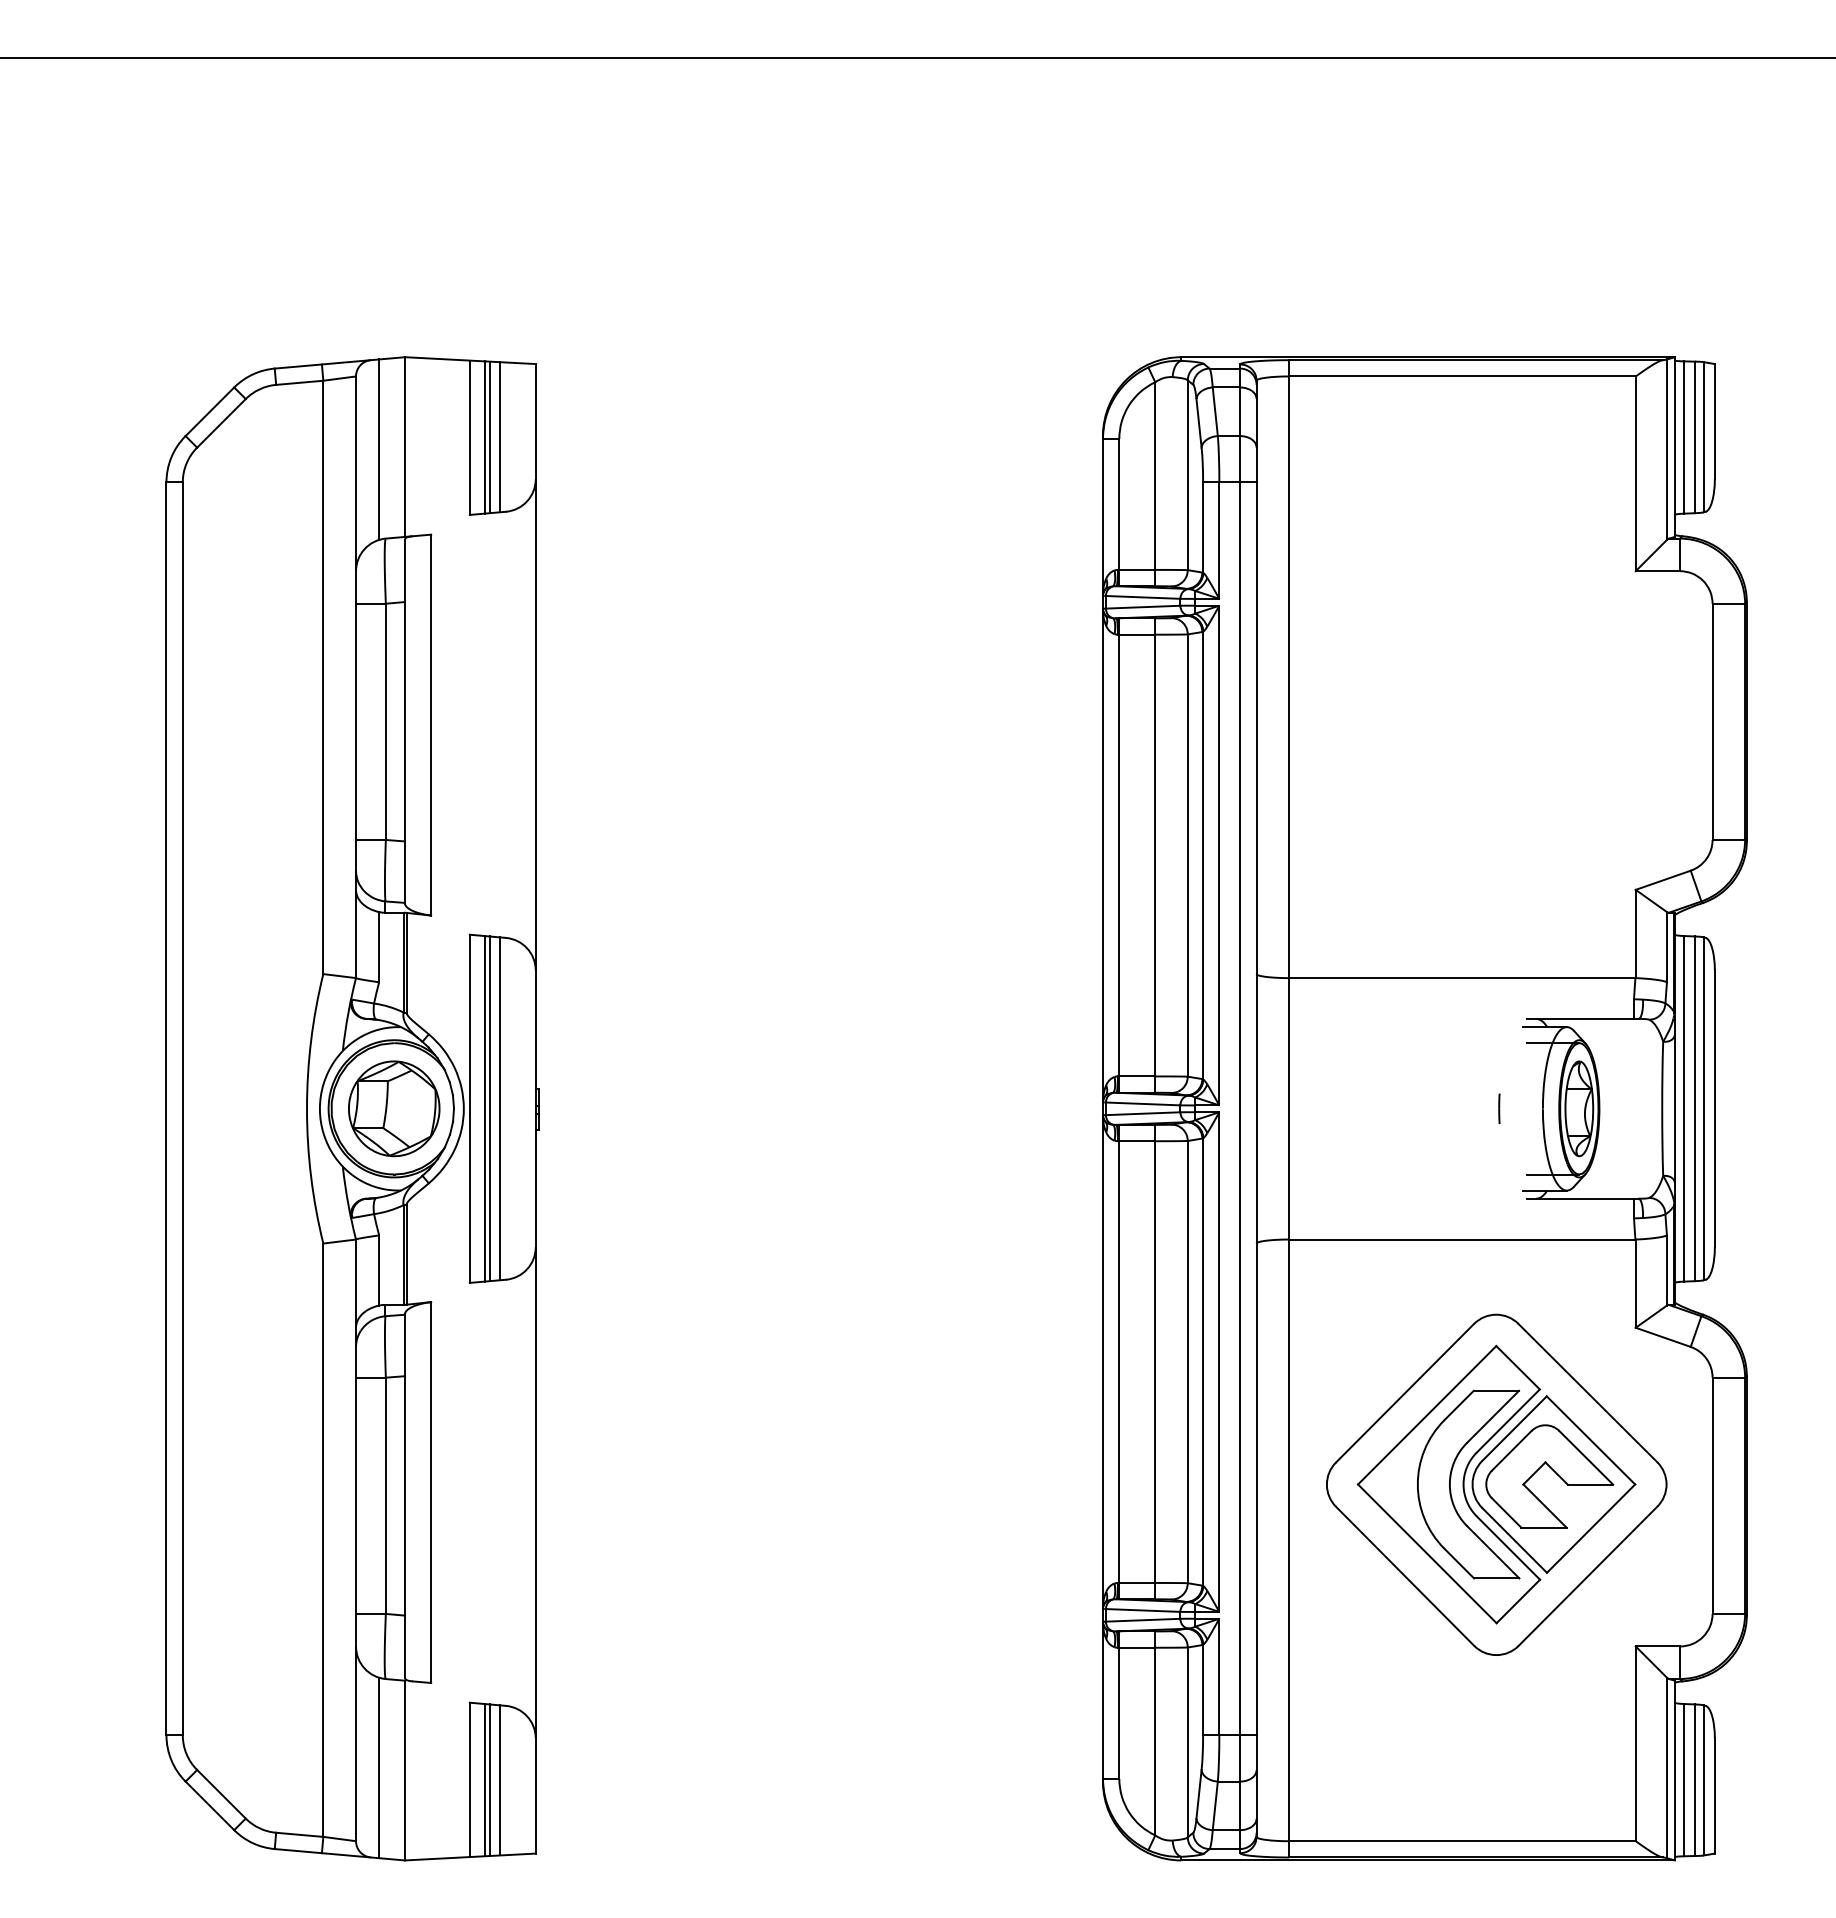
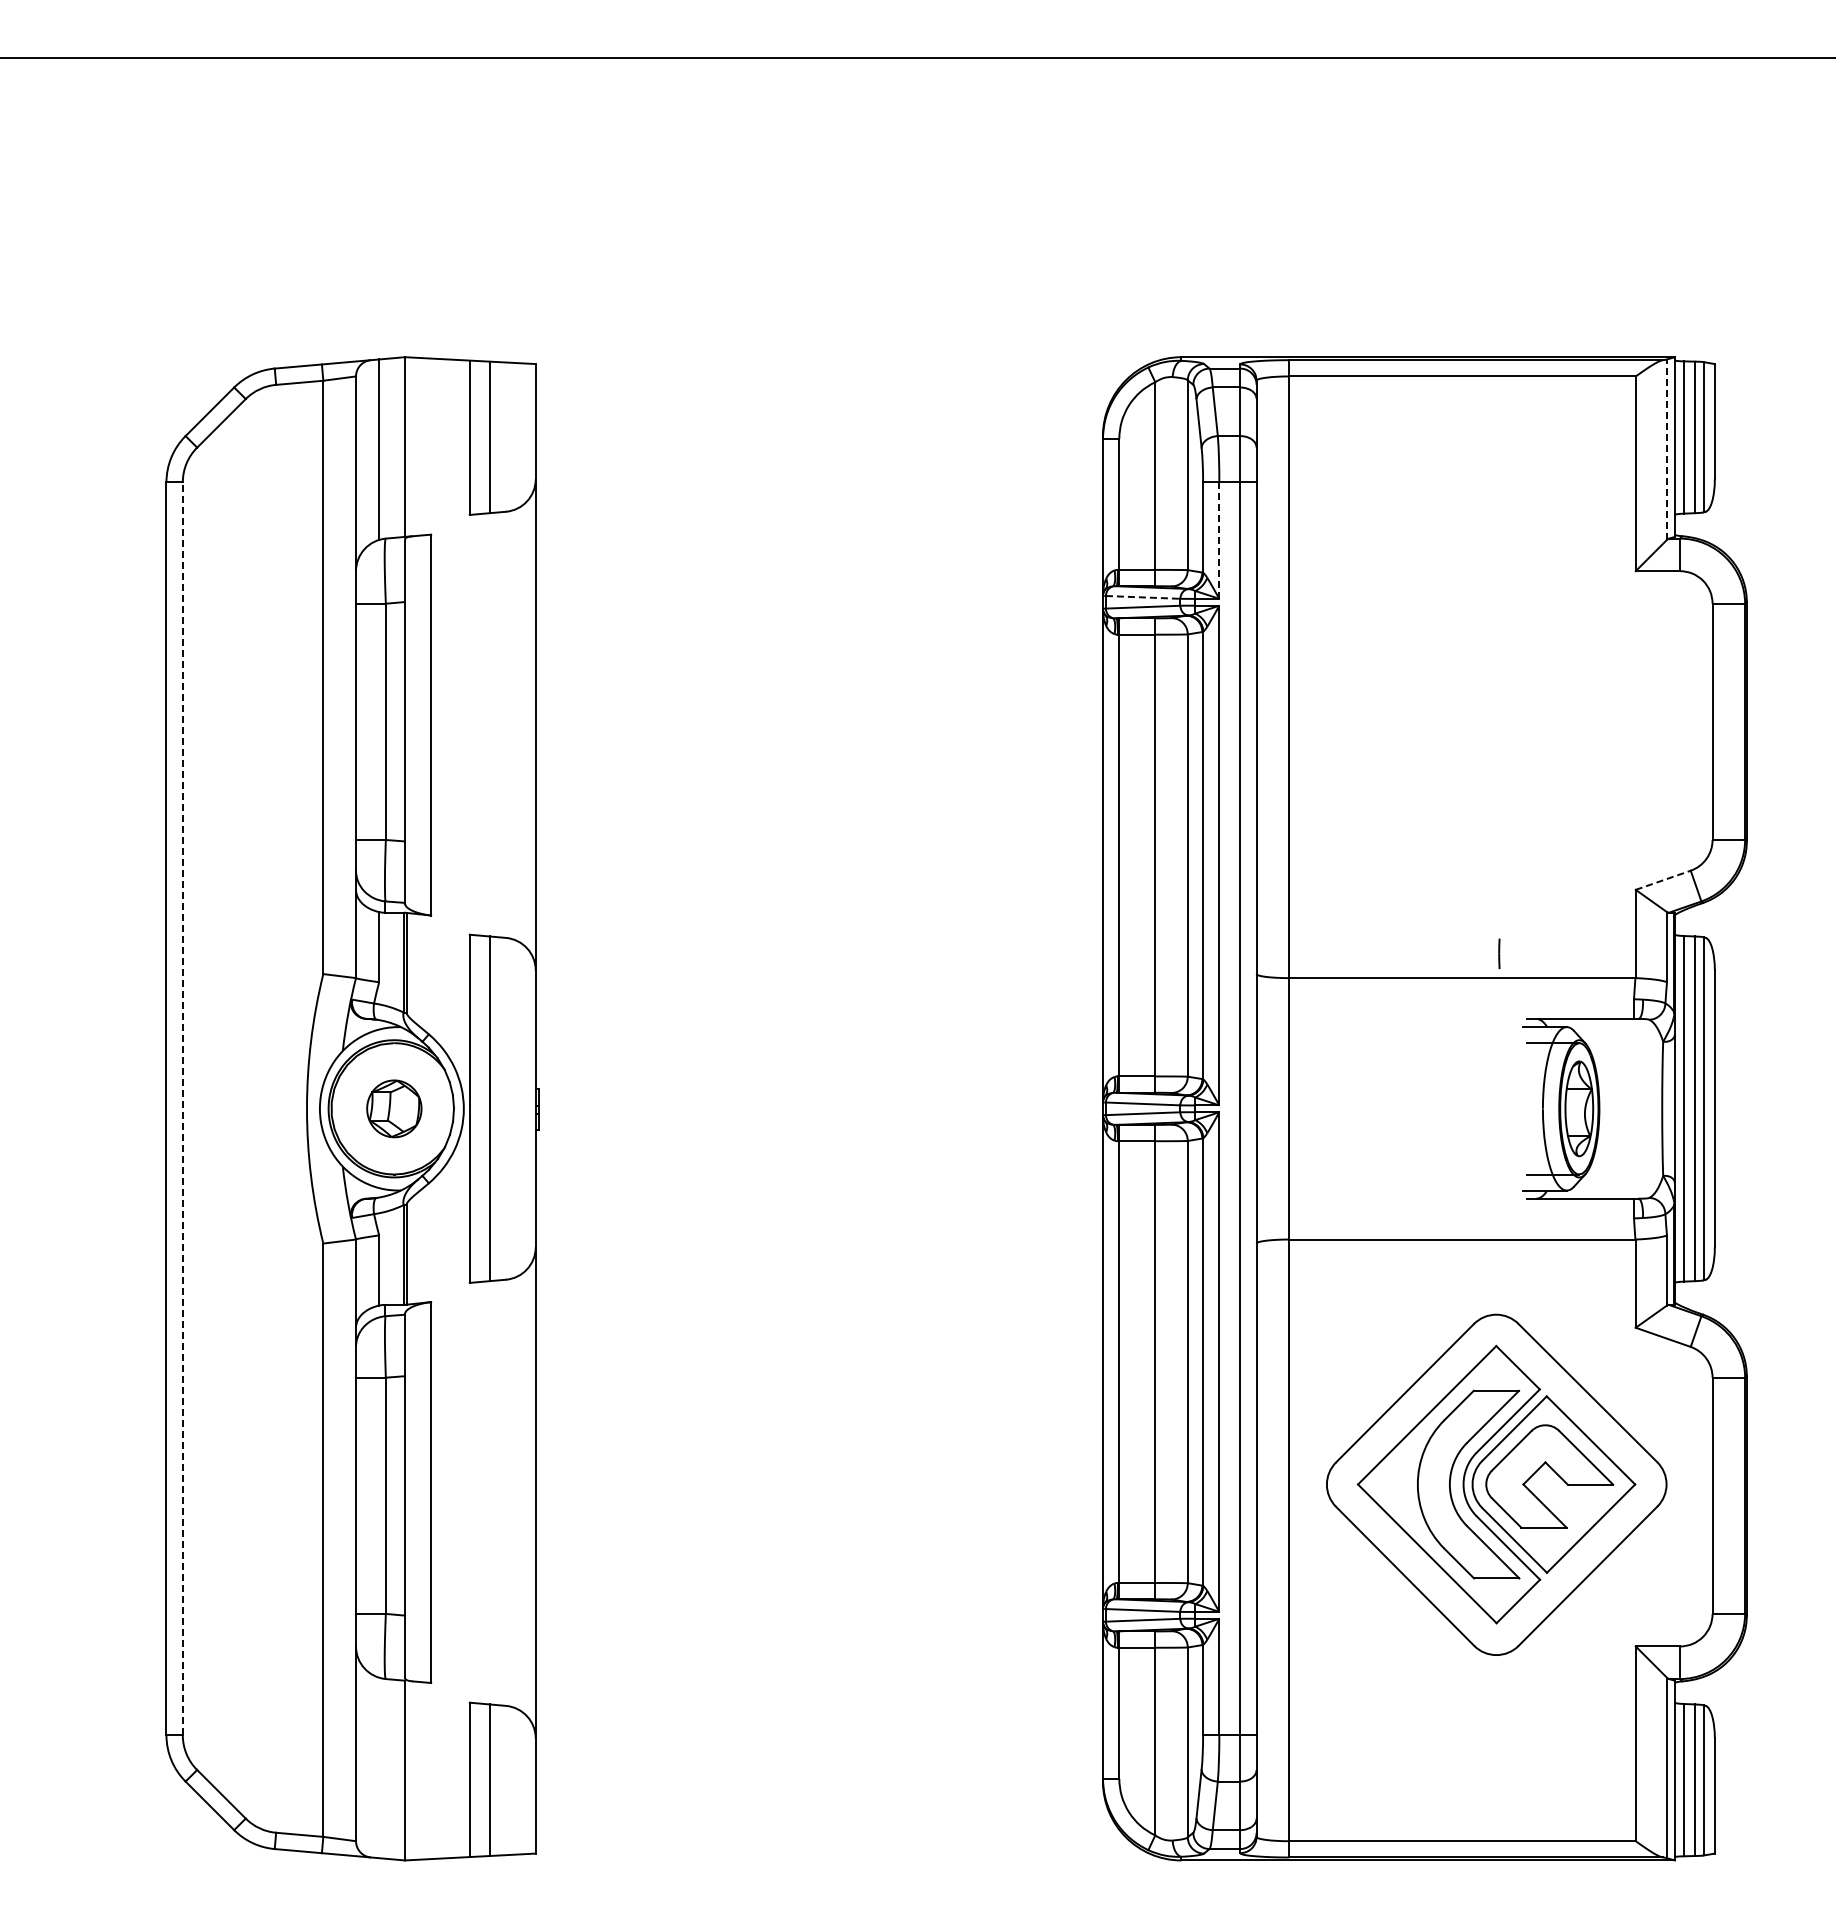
line at (484, 437): present -> none
line at (499, 437): present -> none
line at (1666, 449): solid -> dashed
line at (1219, 541): solid -> dashed
line at (1143, 597): solid -> dashed
line at (1663, 880): solid -> dashed
line at (182, 1108): solid -> dashed
part at (394, 1108) size: 93x98 px -> 57x60 px
line at (484, 1108): present -> none
line at (499, 1108): present -> none
line at (1499, 1108) position: (1499, 1108) -> (1499, 953)
line at (379, 1767): present -> none
line at (484, 1780): present -> none
line at (499, 1780): present -> none
